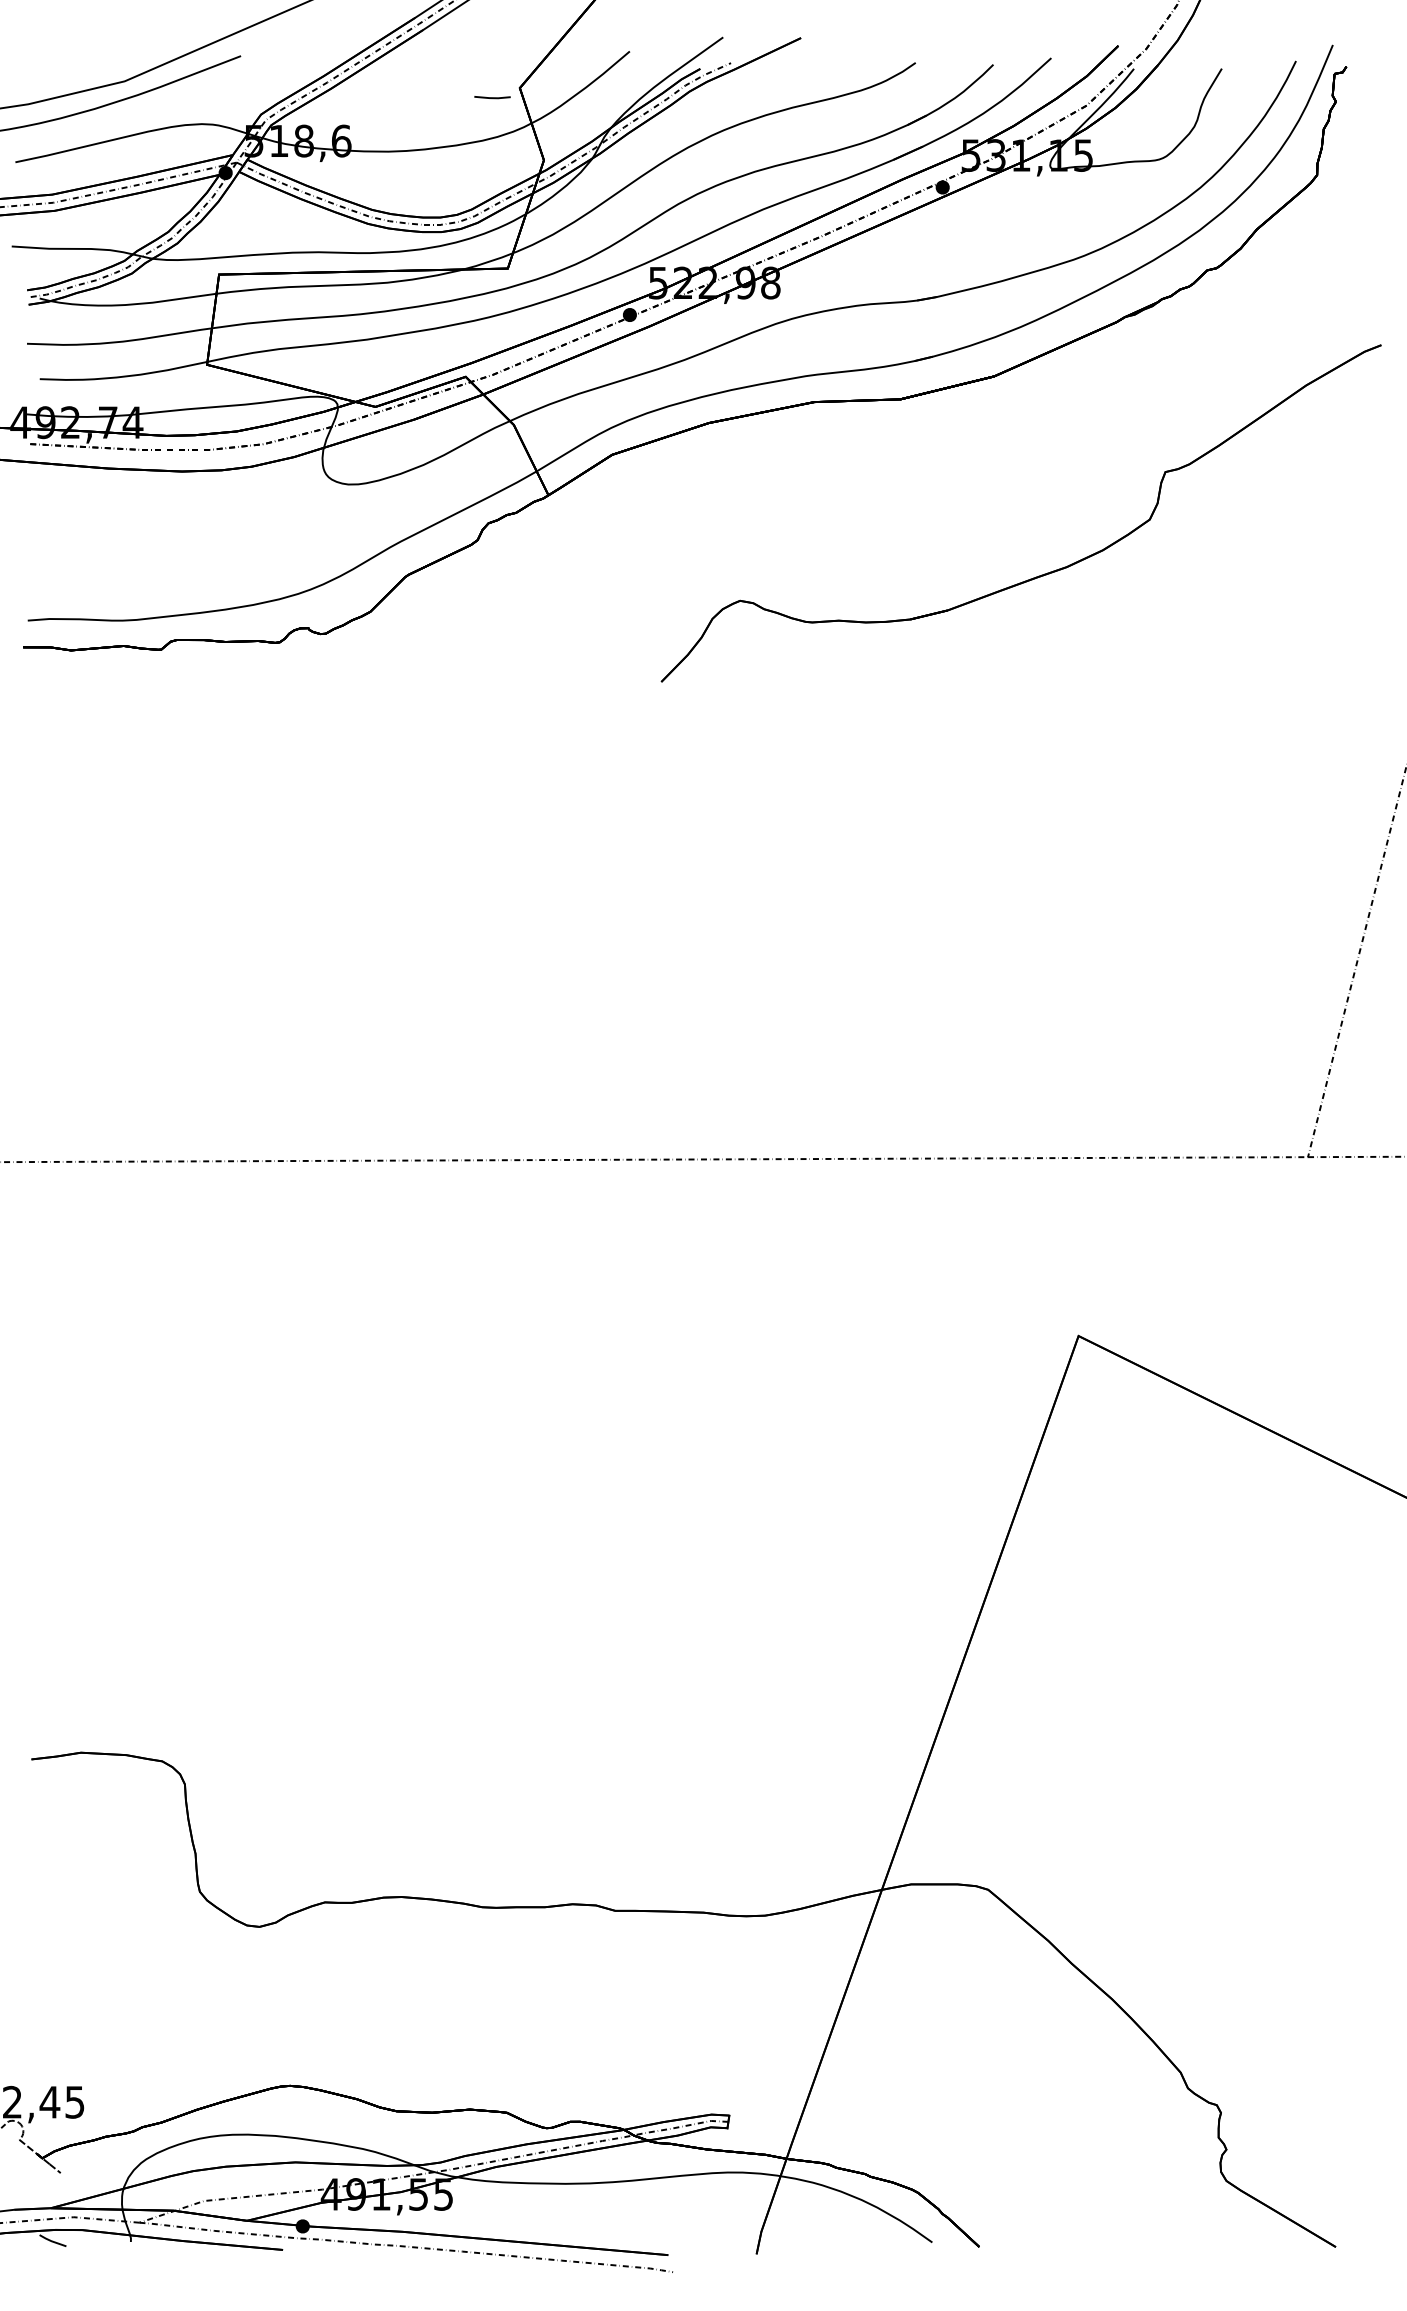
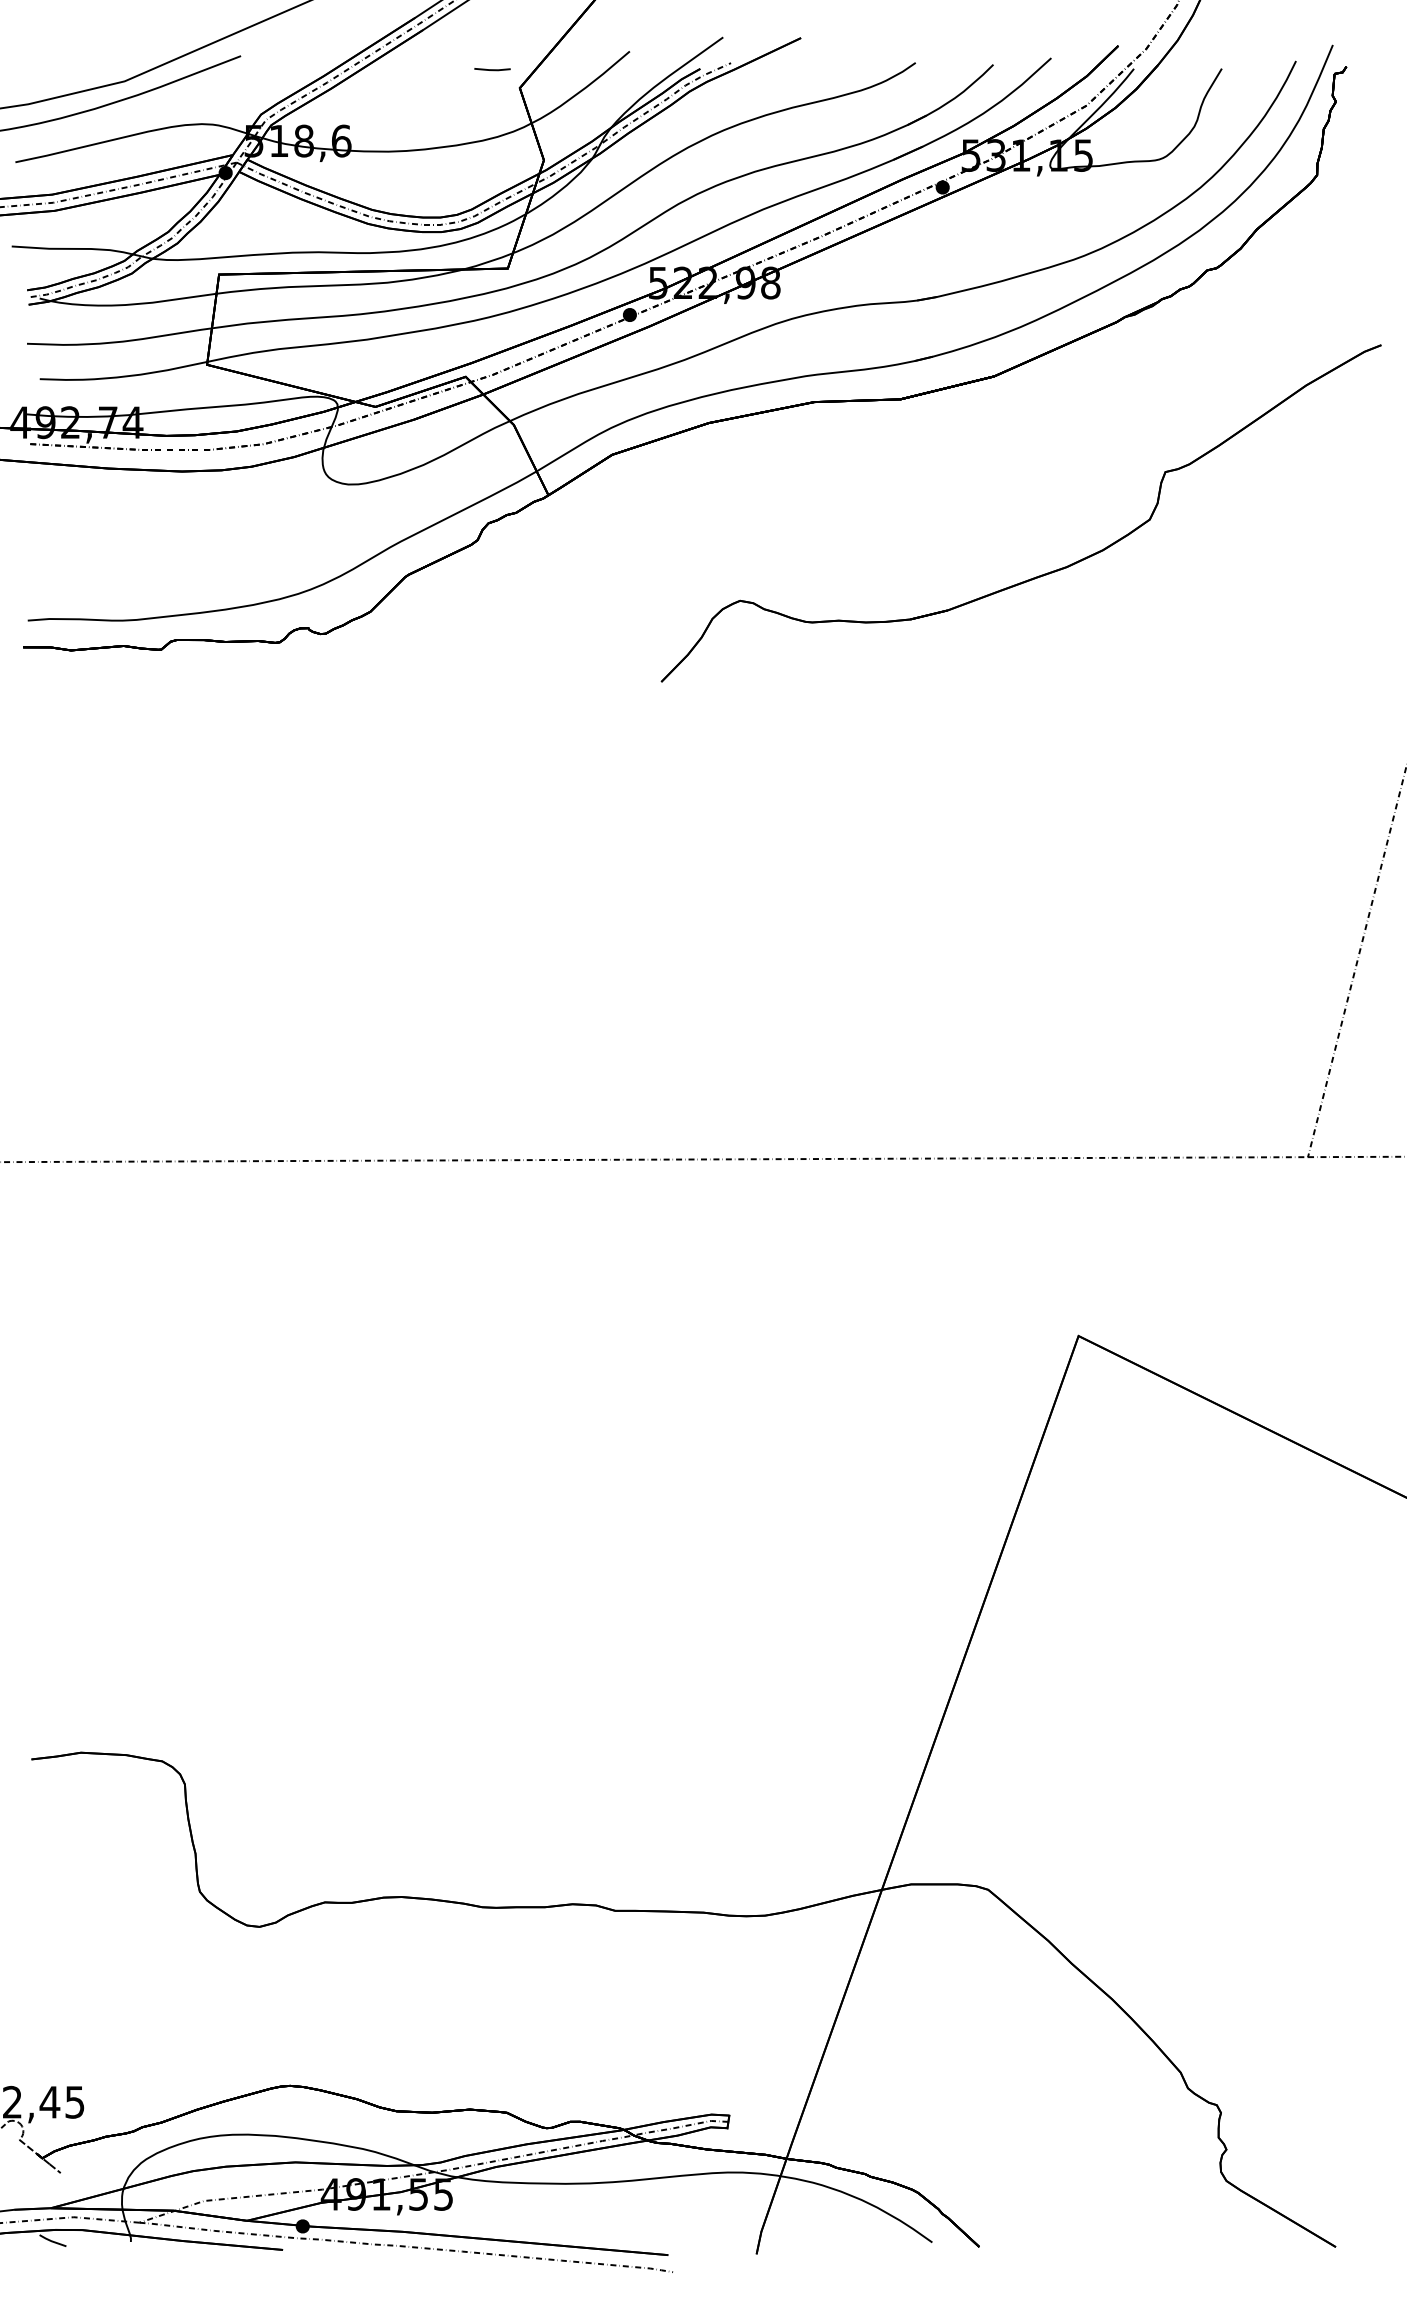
line at (492, 97) position: (492, 97) -> (492, 69)
